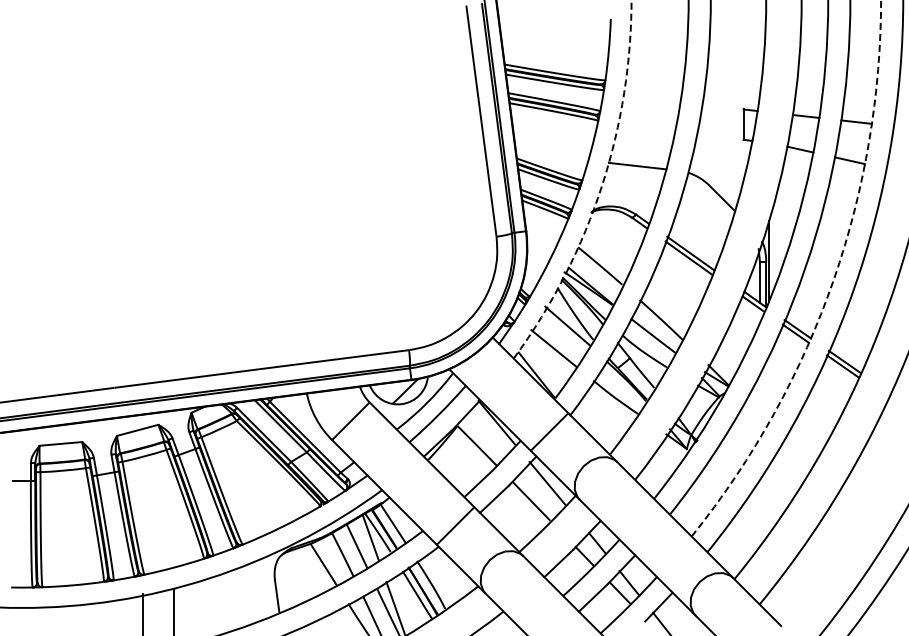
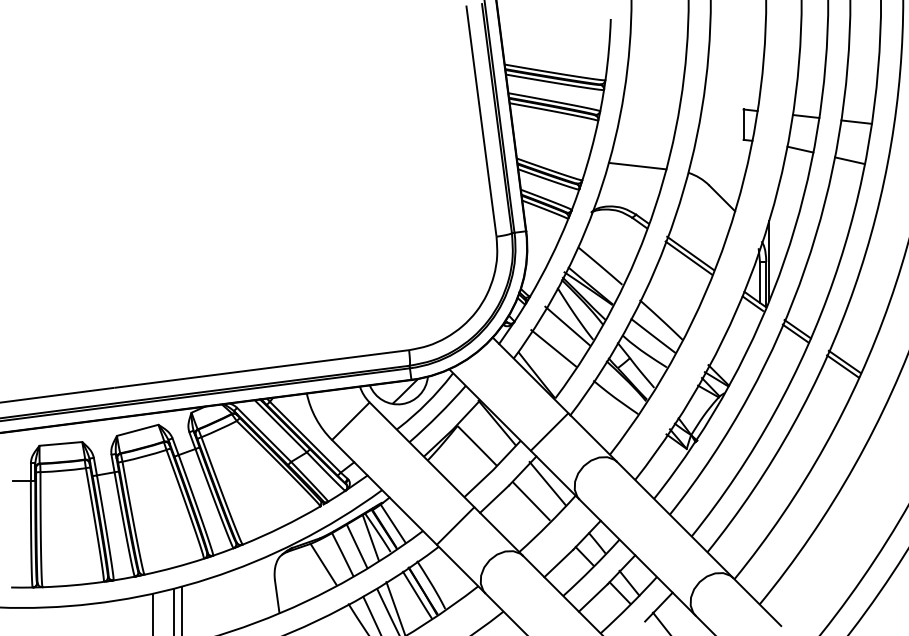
arc at (600, 189): dashed -> solid
arc at (831, 286): dashed -> solid
line at (182, 609): none -> present
line at (143, 612) position: (143, 612) -> (153, 612)
